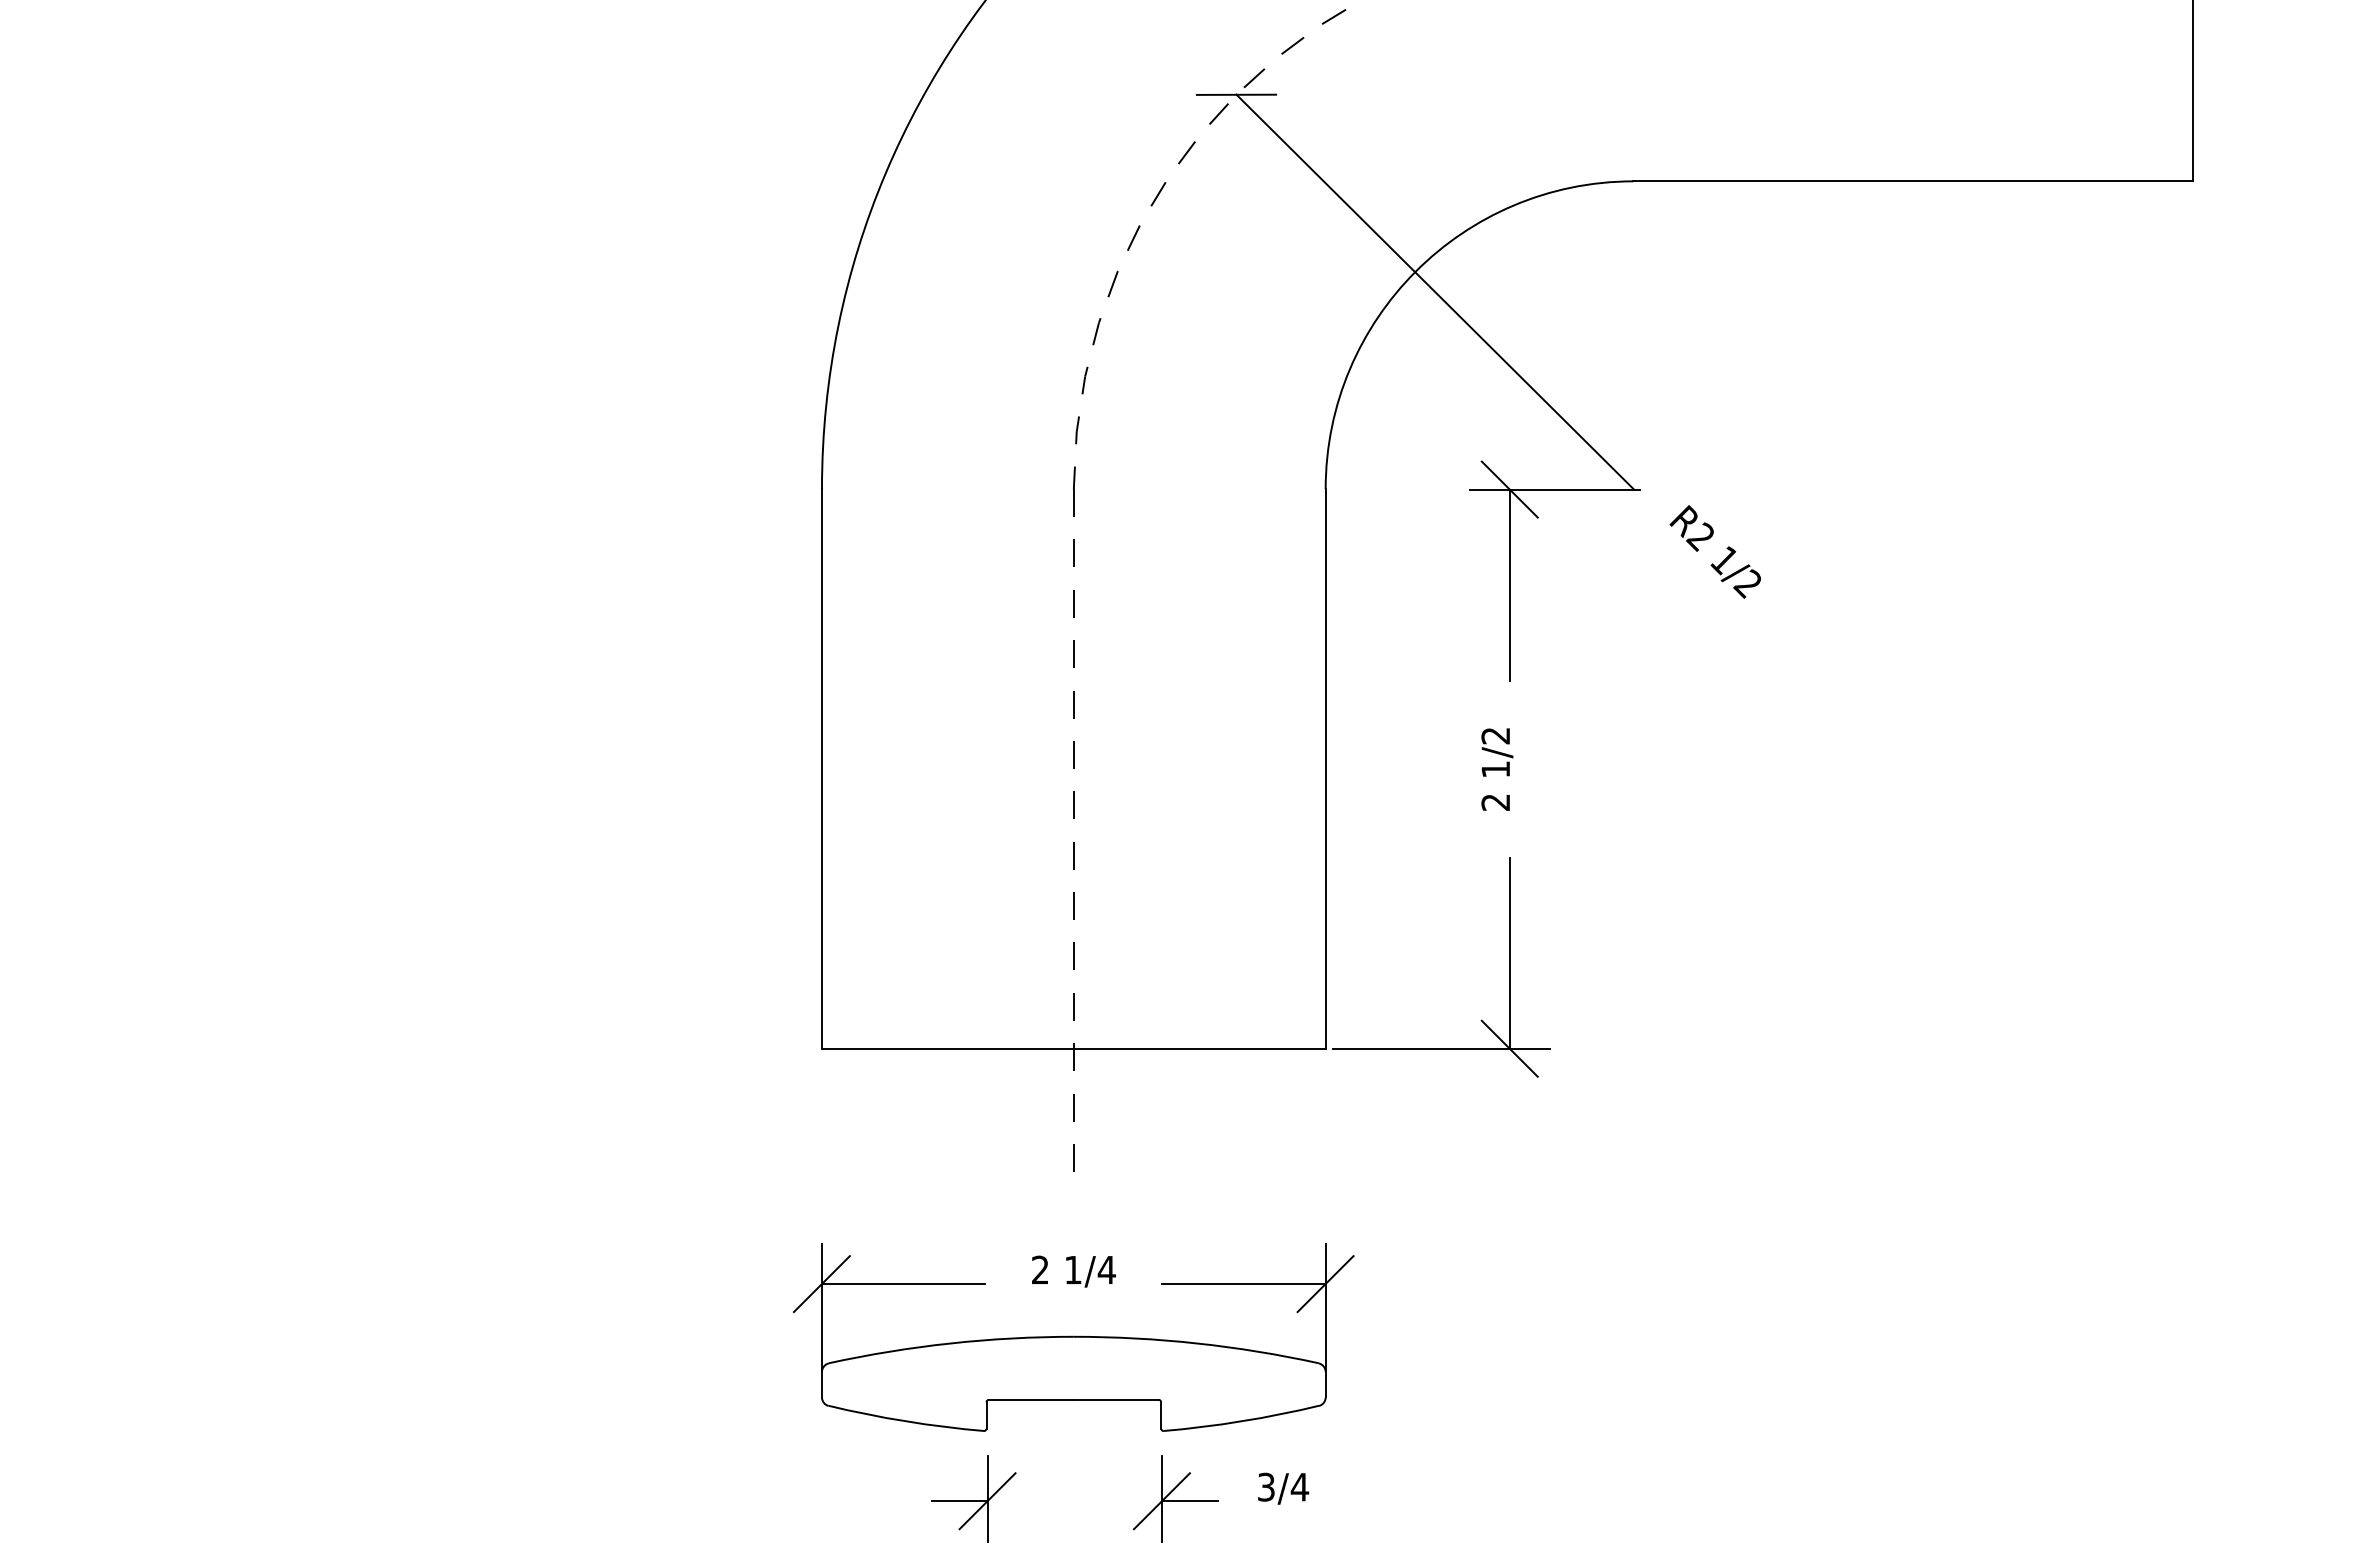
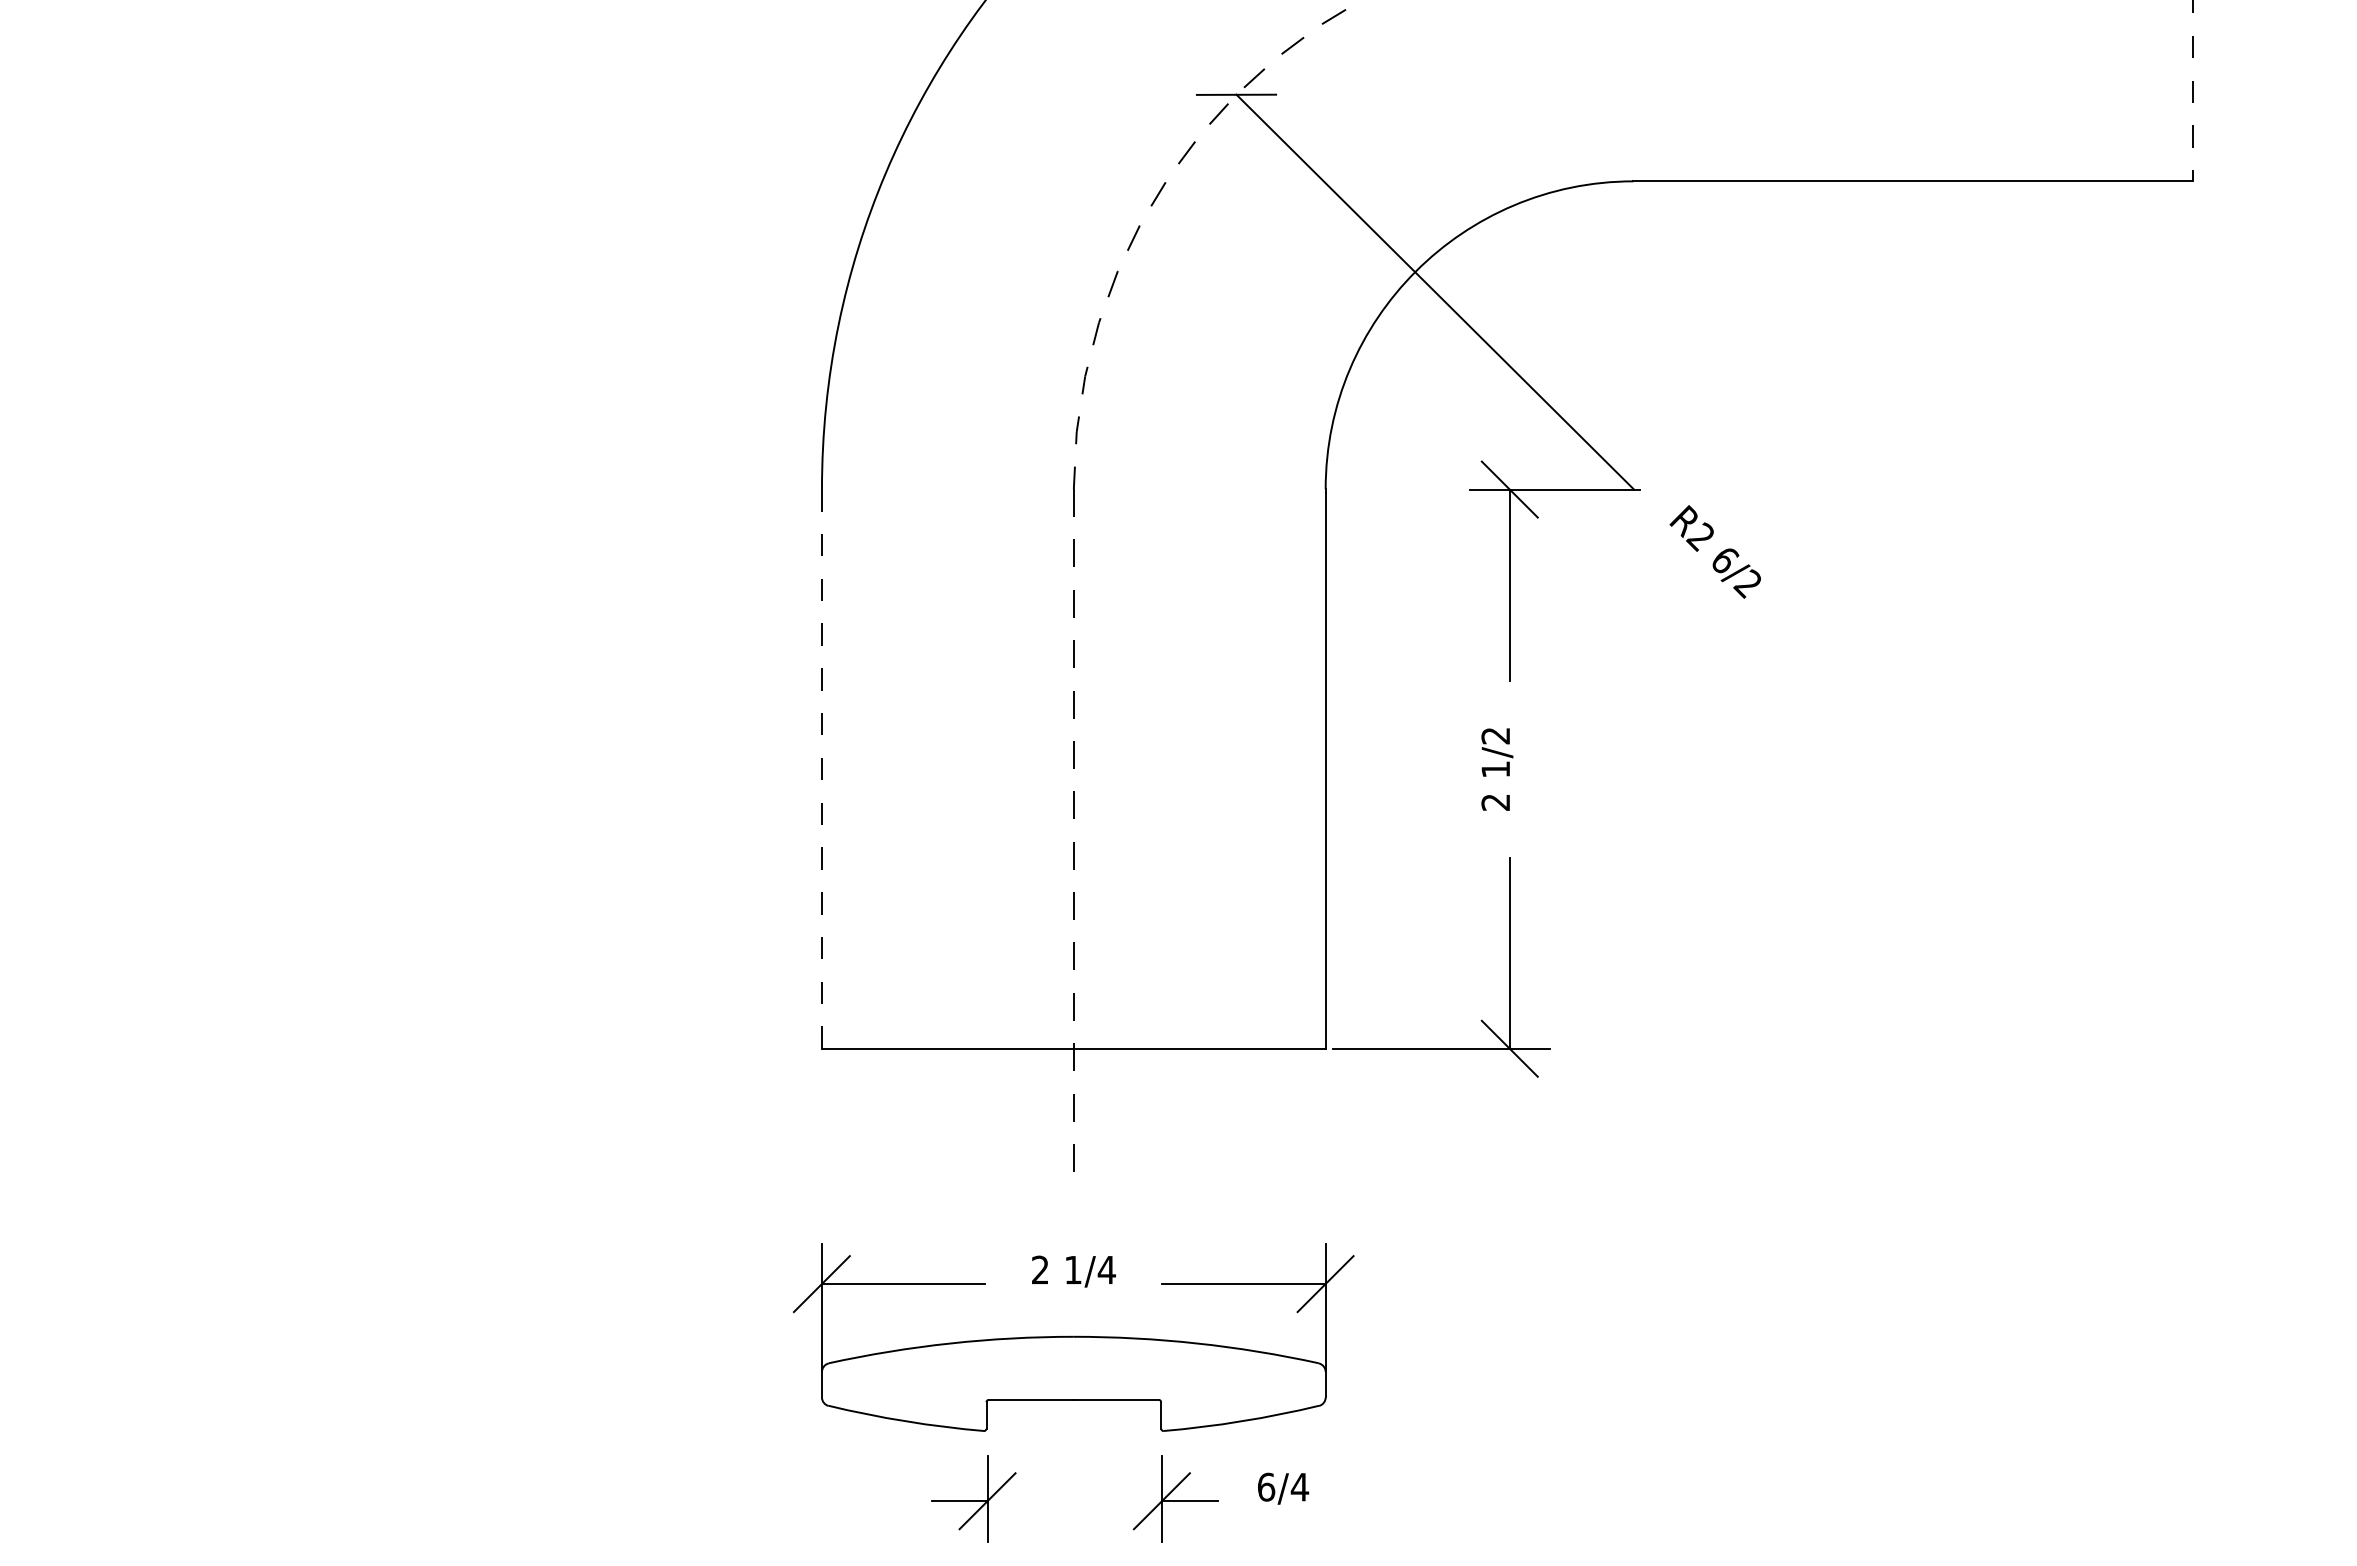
line at (2193, 91): solid -> dashed
text at (1724, 560): 1/2 -> 6/2
line at (821, 769): solid -> dashed
text at (1266, 1486): 3/4 -> 6/4
